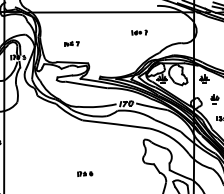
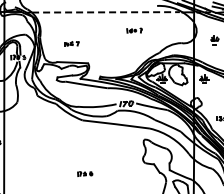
line at (105, 12): solid -> dashed
part at (139, 32) position: (139, 32) -> (134, 30)
part at (214, 99) position: (214, 99) -> (214, 40)
